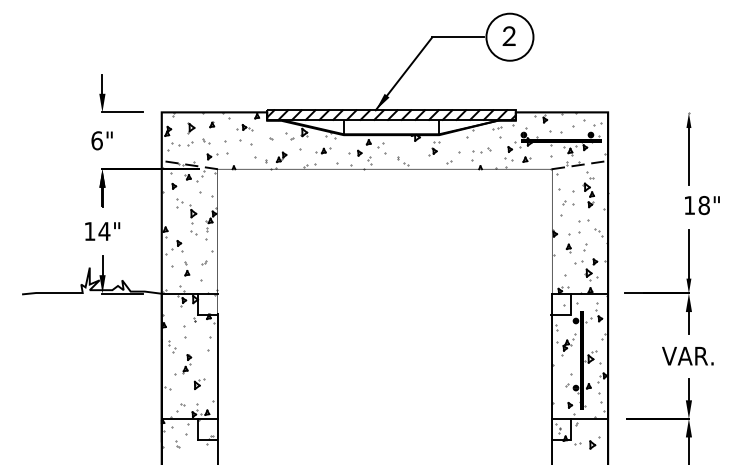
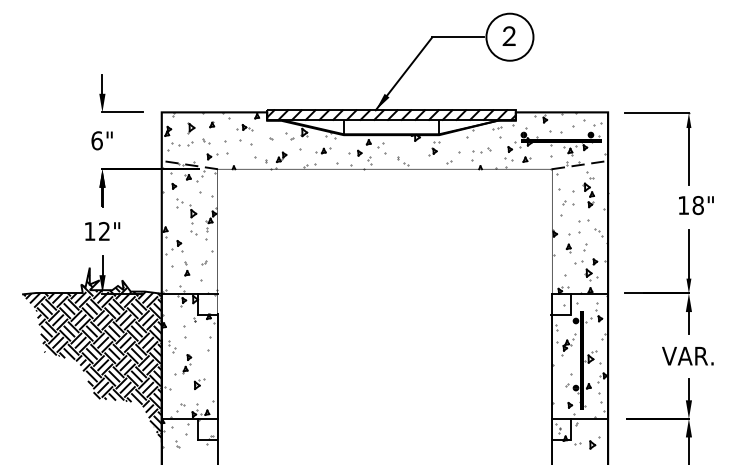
line at (657, 113): none -> present
text at (702, 205) position: (702, 205) -> (696, 205)
text at (104, 231): 14" -> 12"
hatch at (92, 353): none -> present
